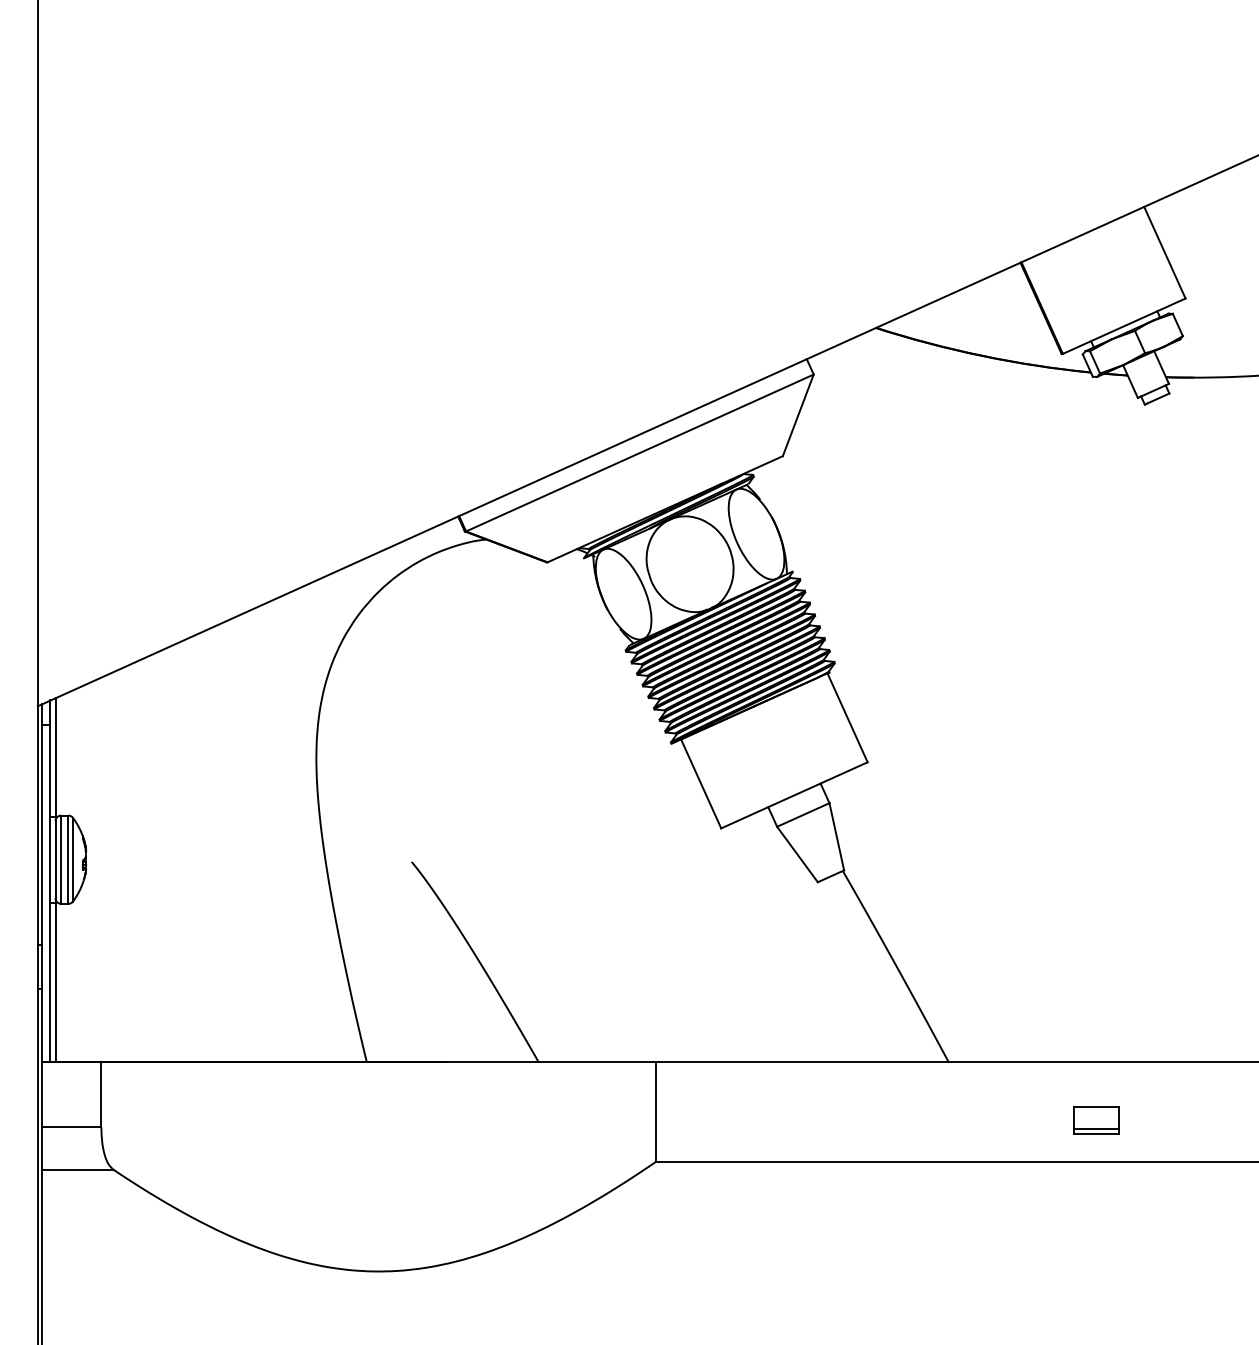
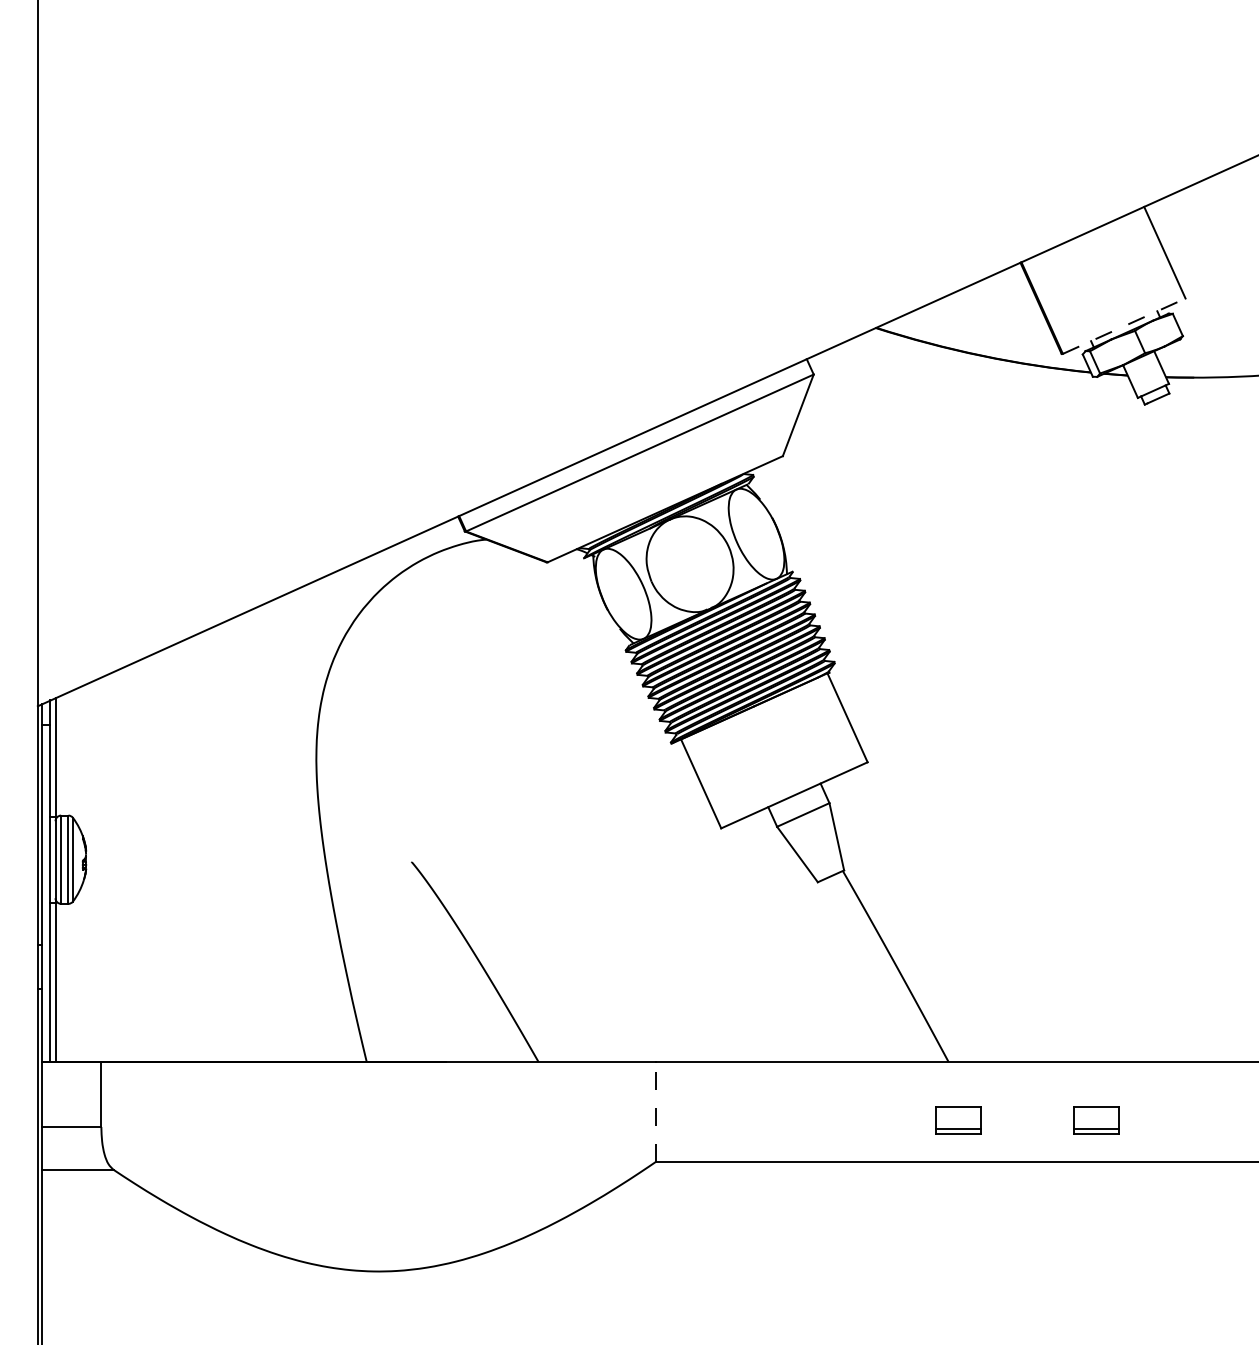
line at (1124, 326): solid -> dashed
line at (656, 1111): solid -> dashed
part at (958, 1120): none -> present
